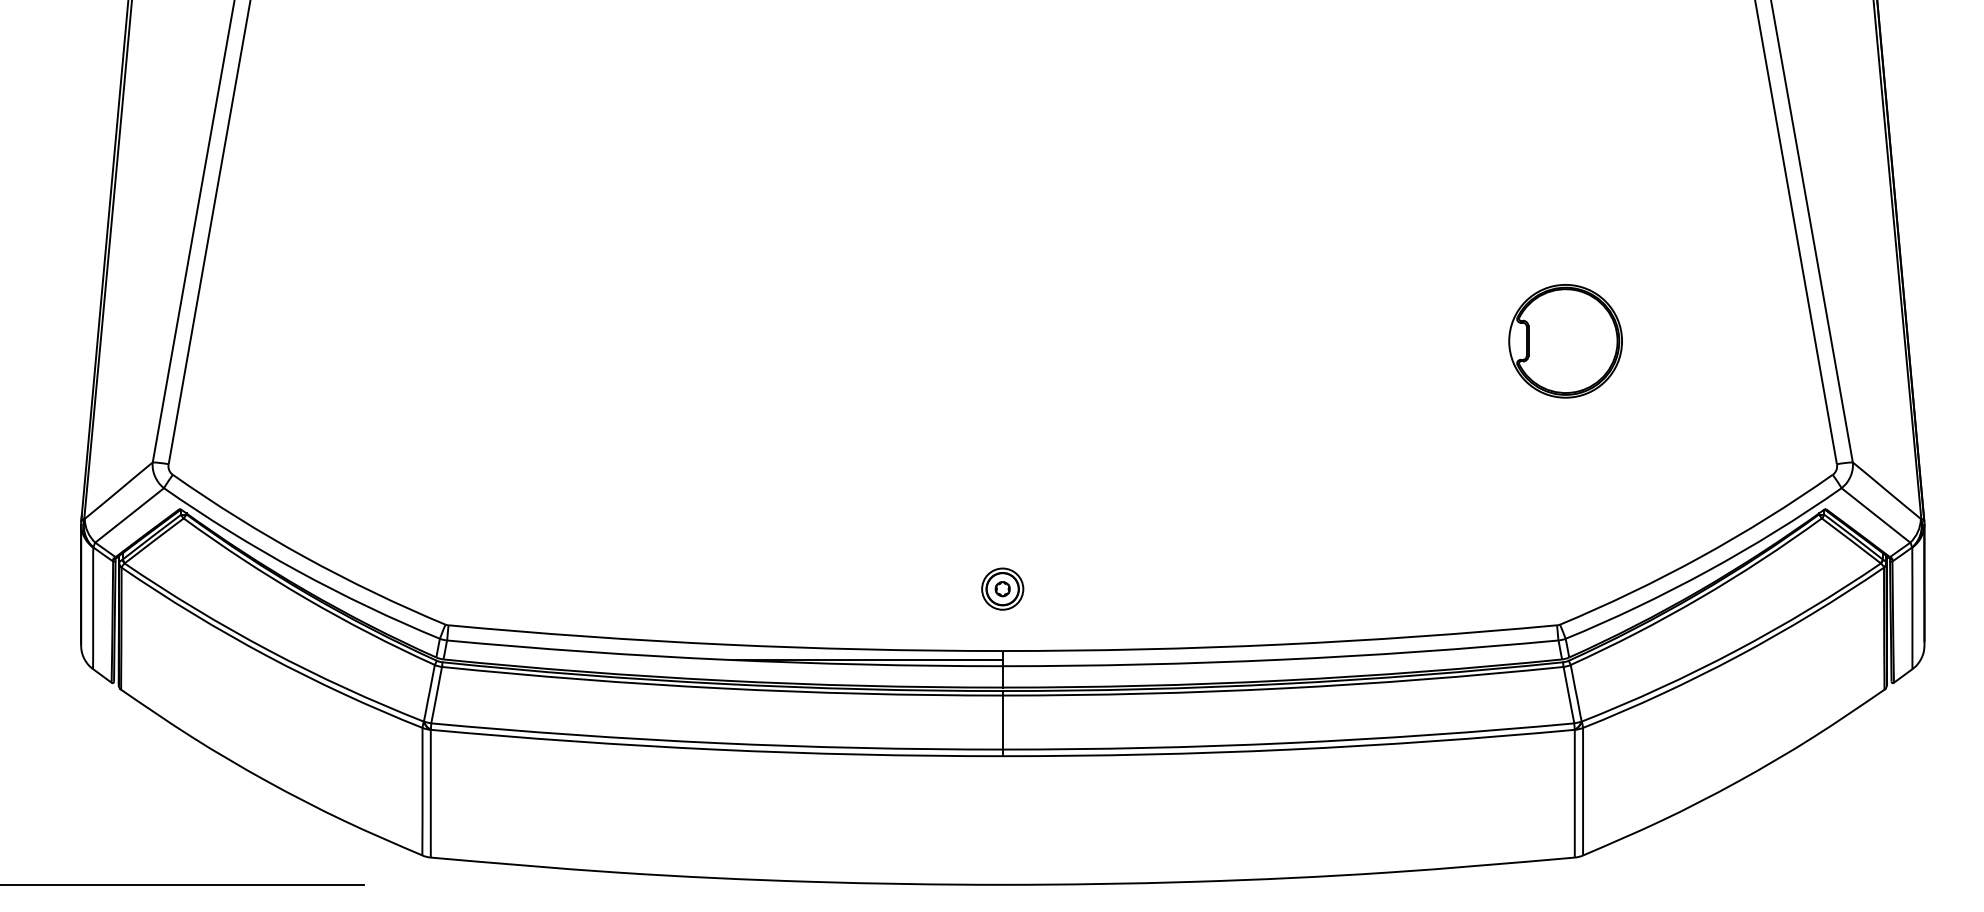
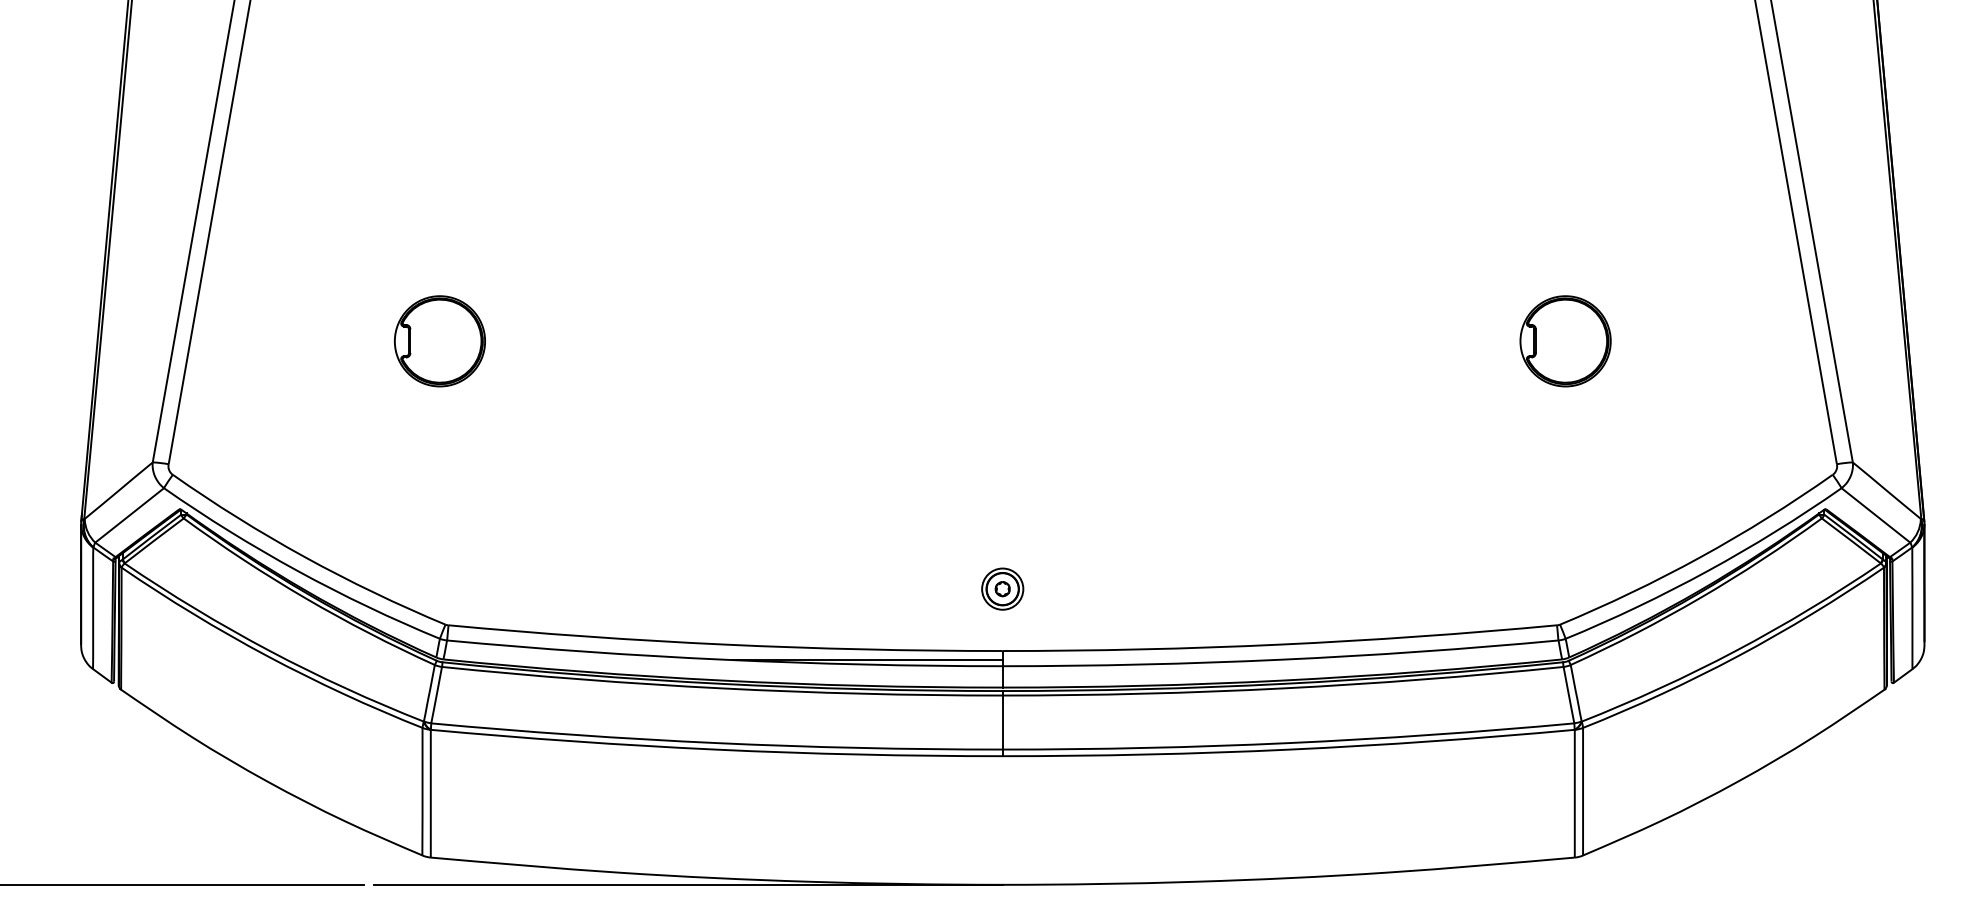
part at (439, 341): none -> present
part at (1565, 341) size: 115x115 px -> 93x93 px
line at (687, 884): none -> present
